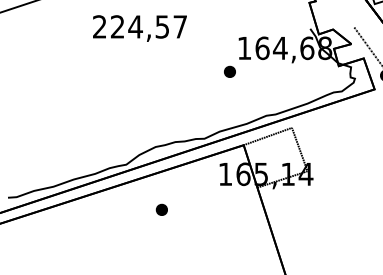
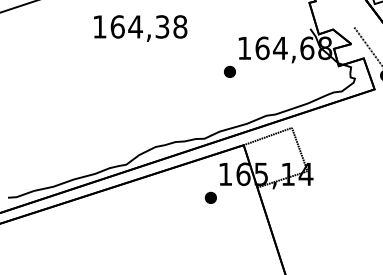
text at (140, 26): 224,57 -> 164,38
part at (161, 209) position: (161, 209) -> (210, 197)
